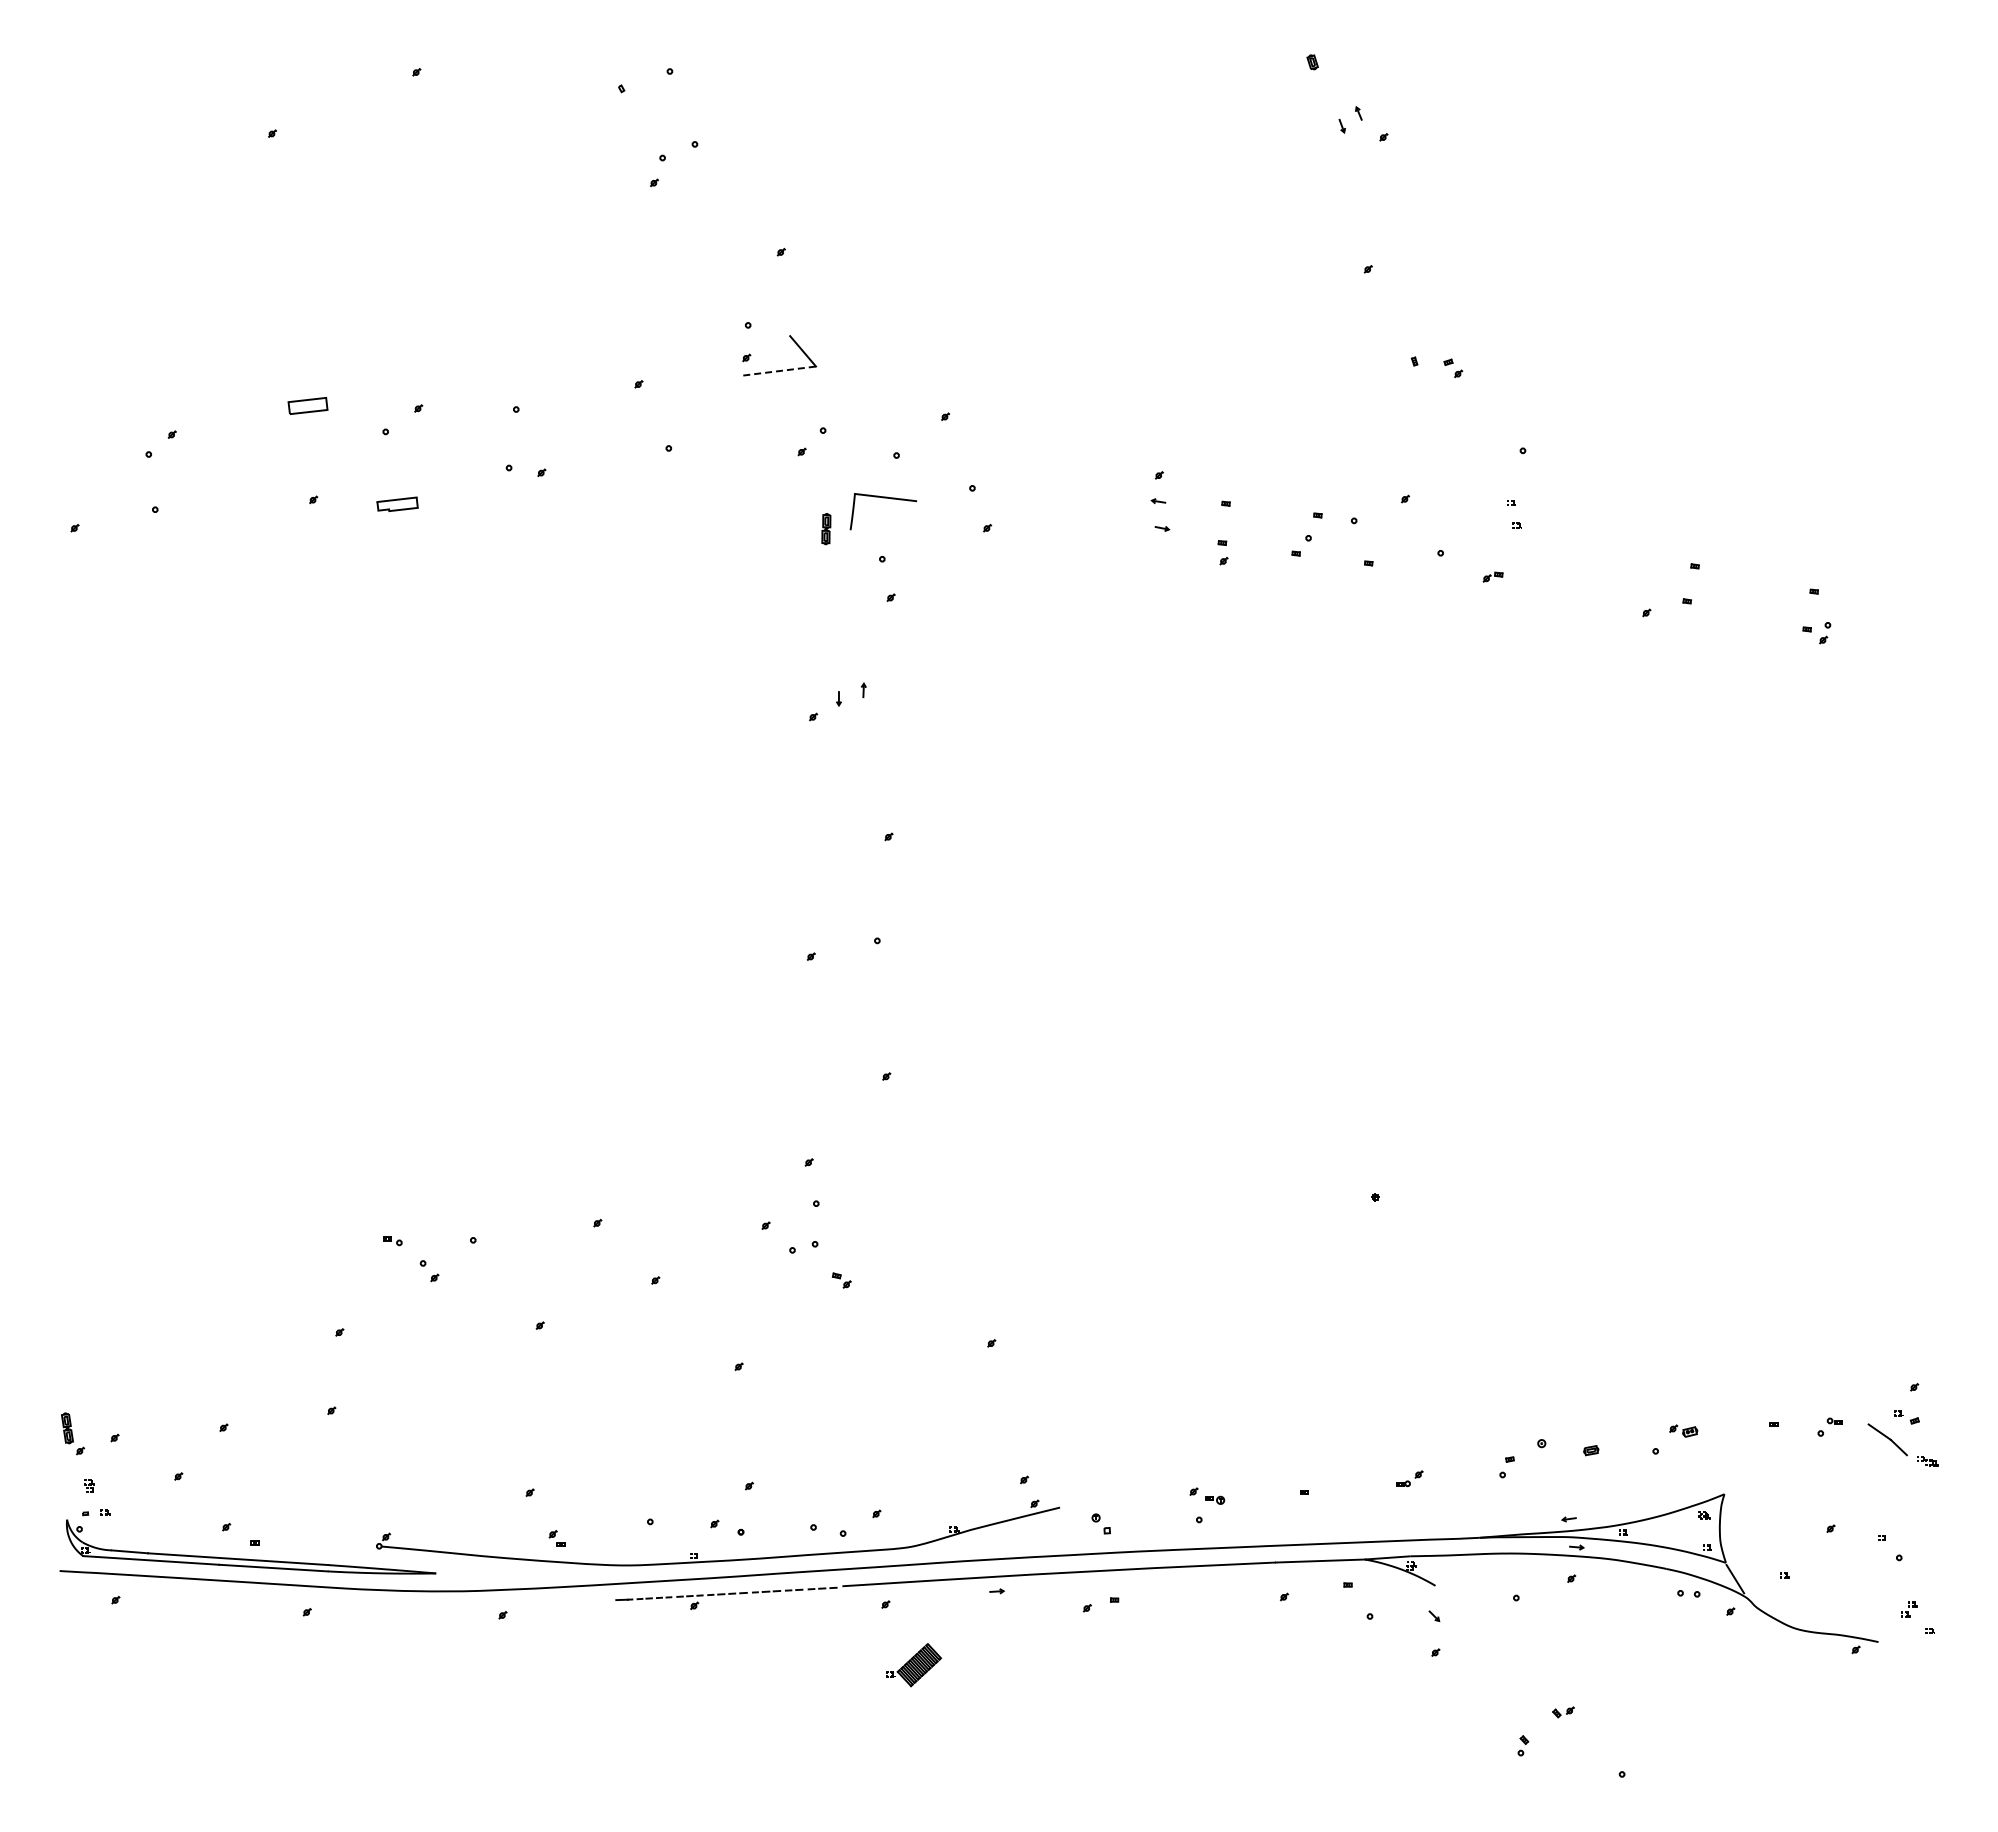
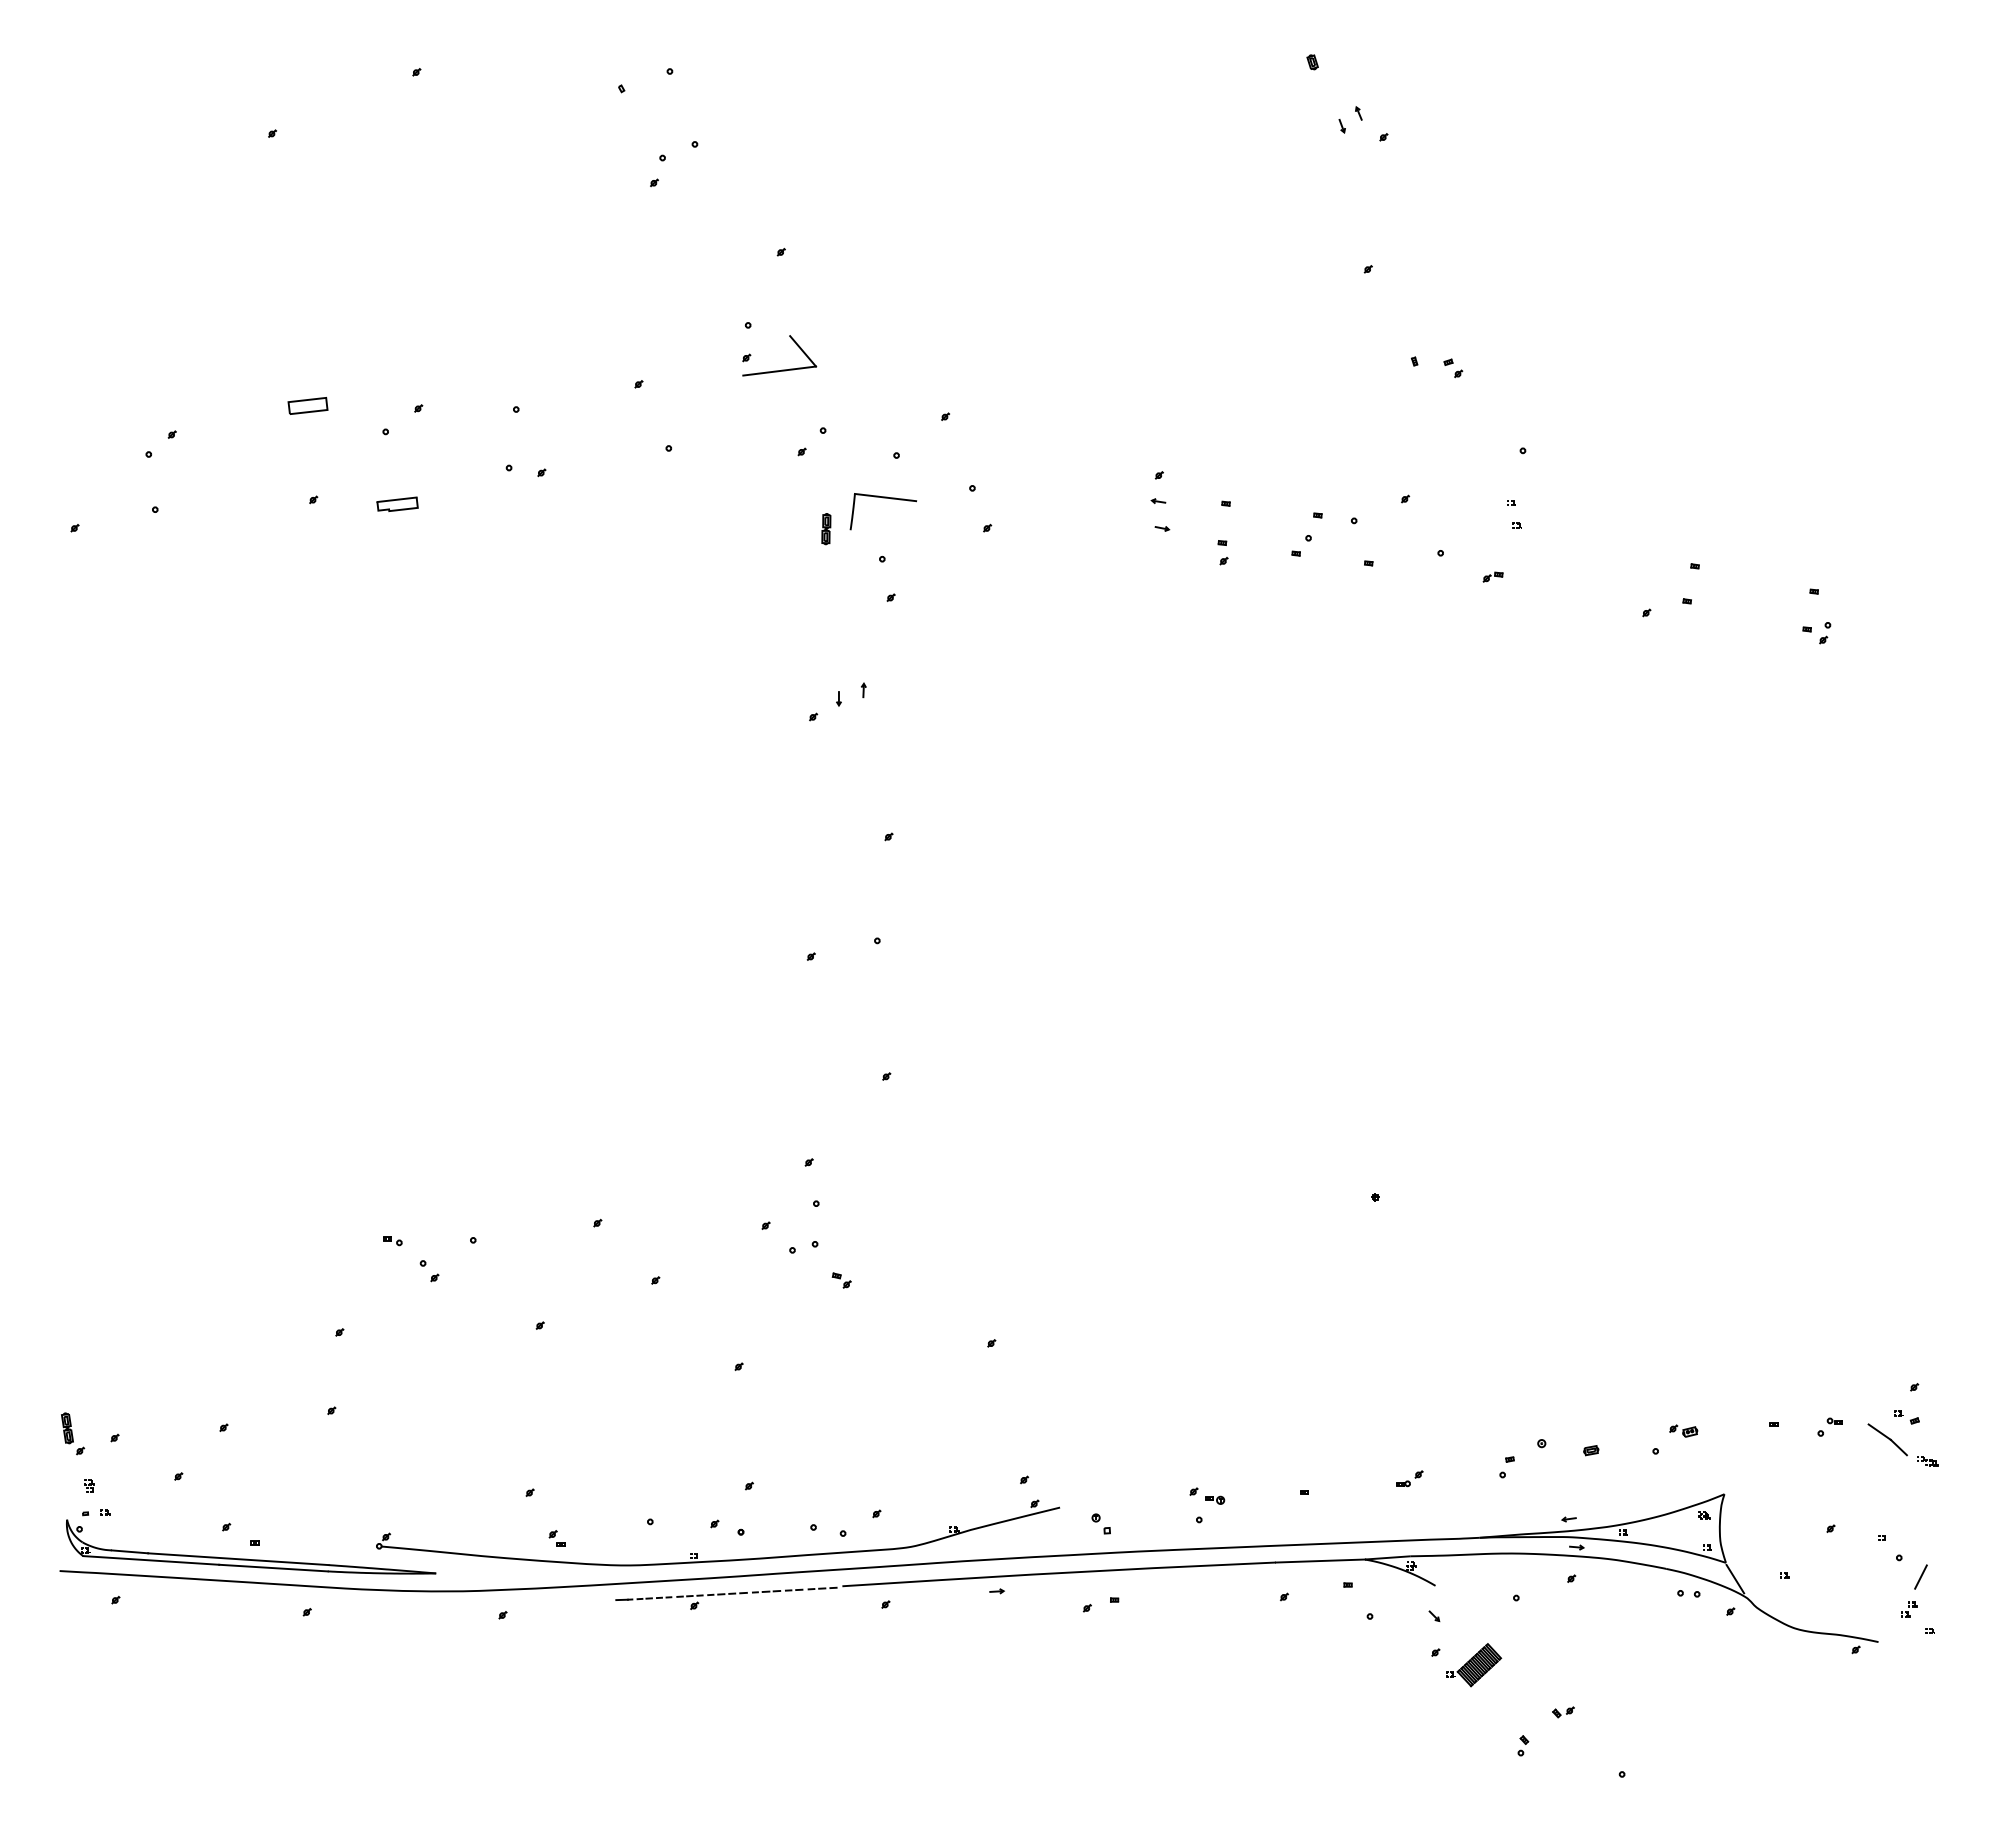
line at (779, 371): dashed -> solid
line at (1920, 1576): none -> present
part at (914, 1665) position: (914, 1665) -> (1474, 1665)
